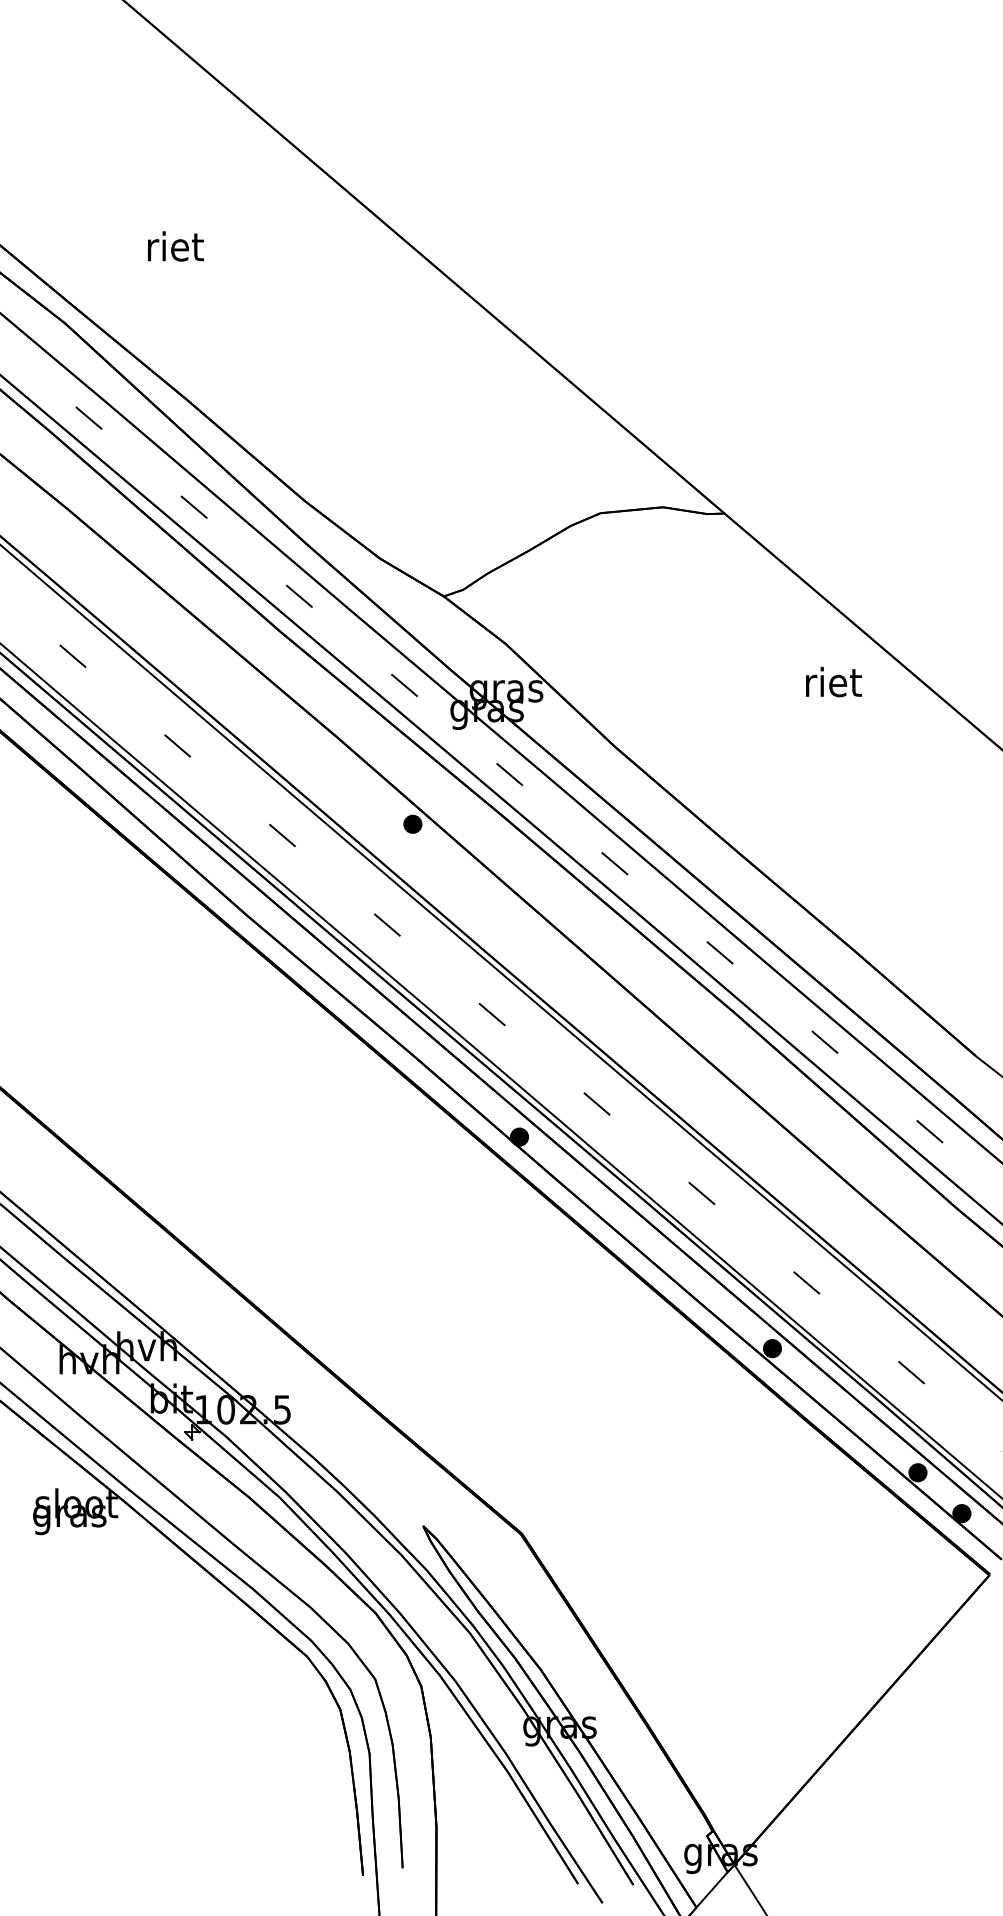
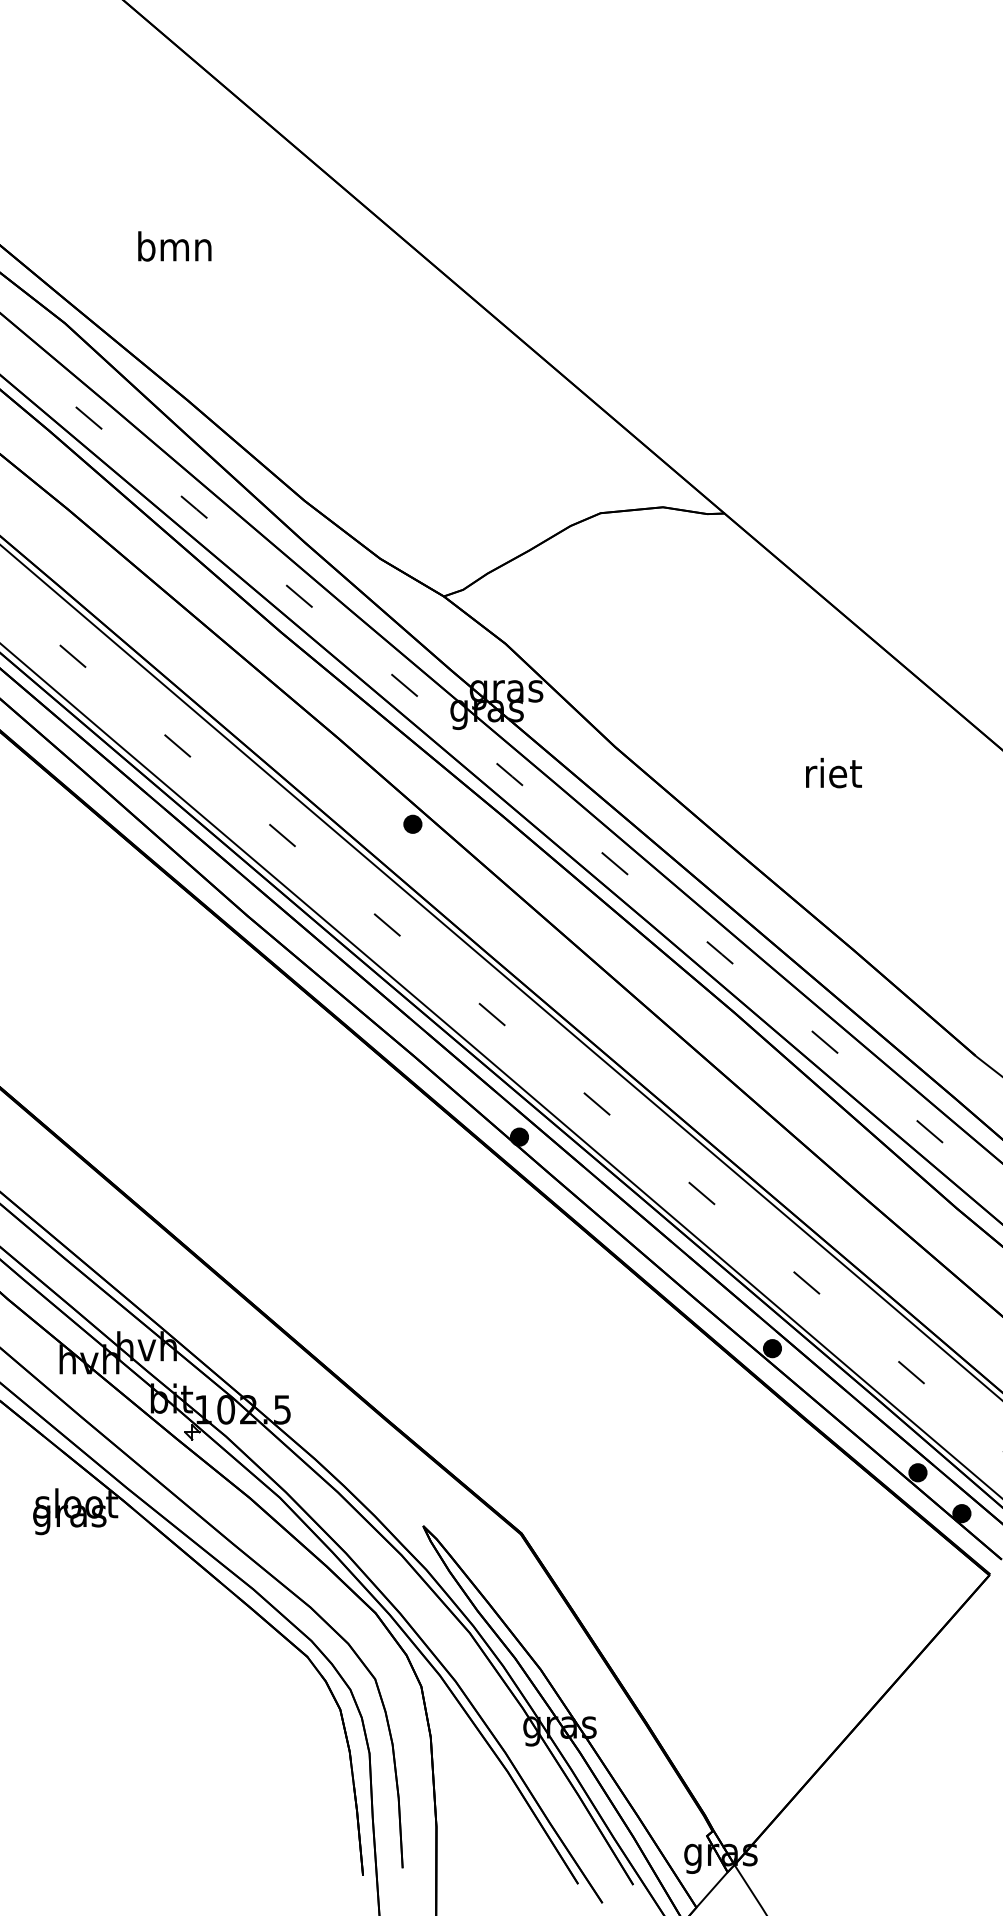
text at (174, 246): riet -> bmn
text at (833, 682) position: (833, 682) -> (833, 773)
